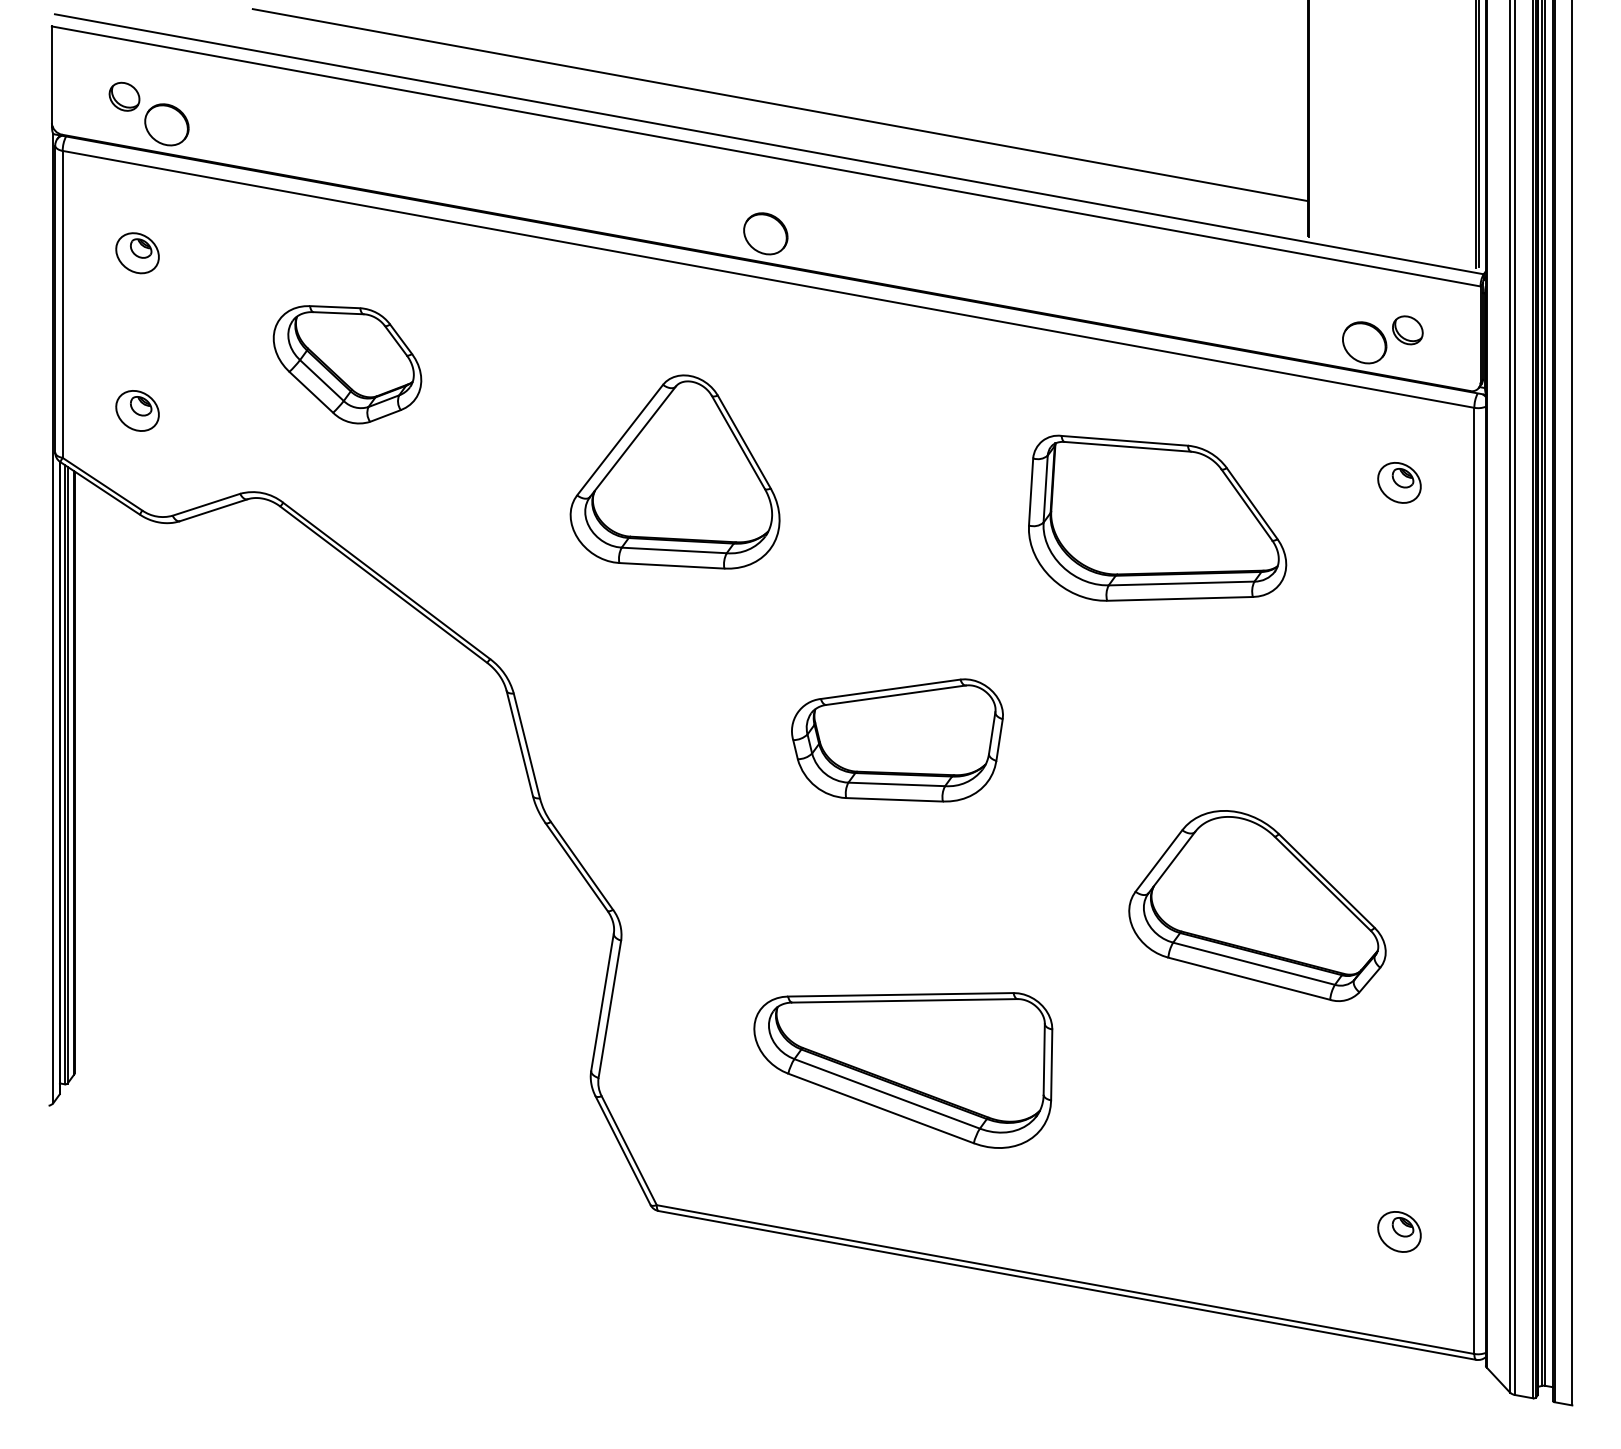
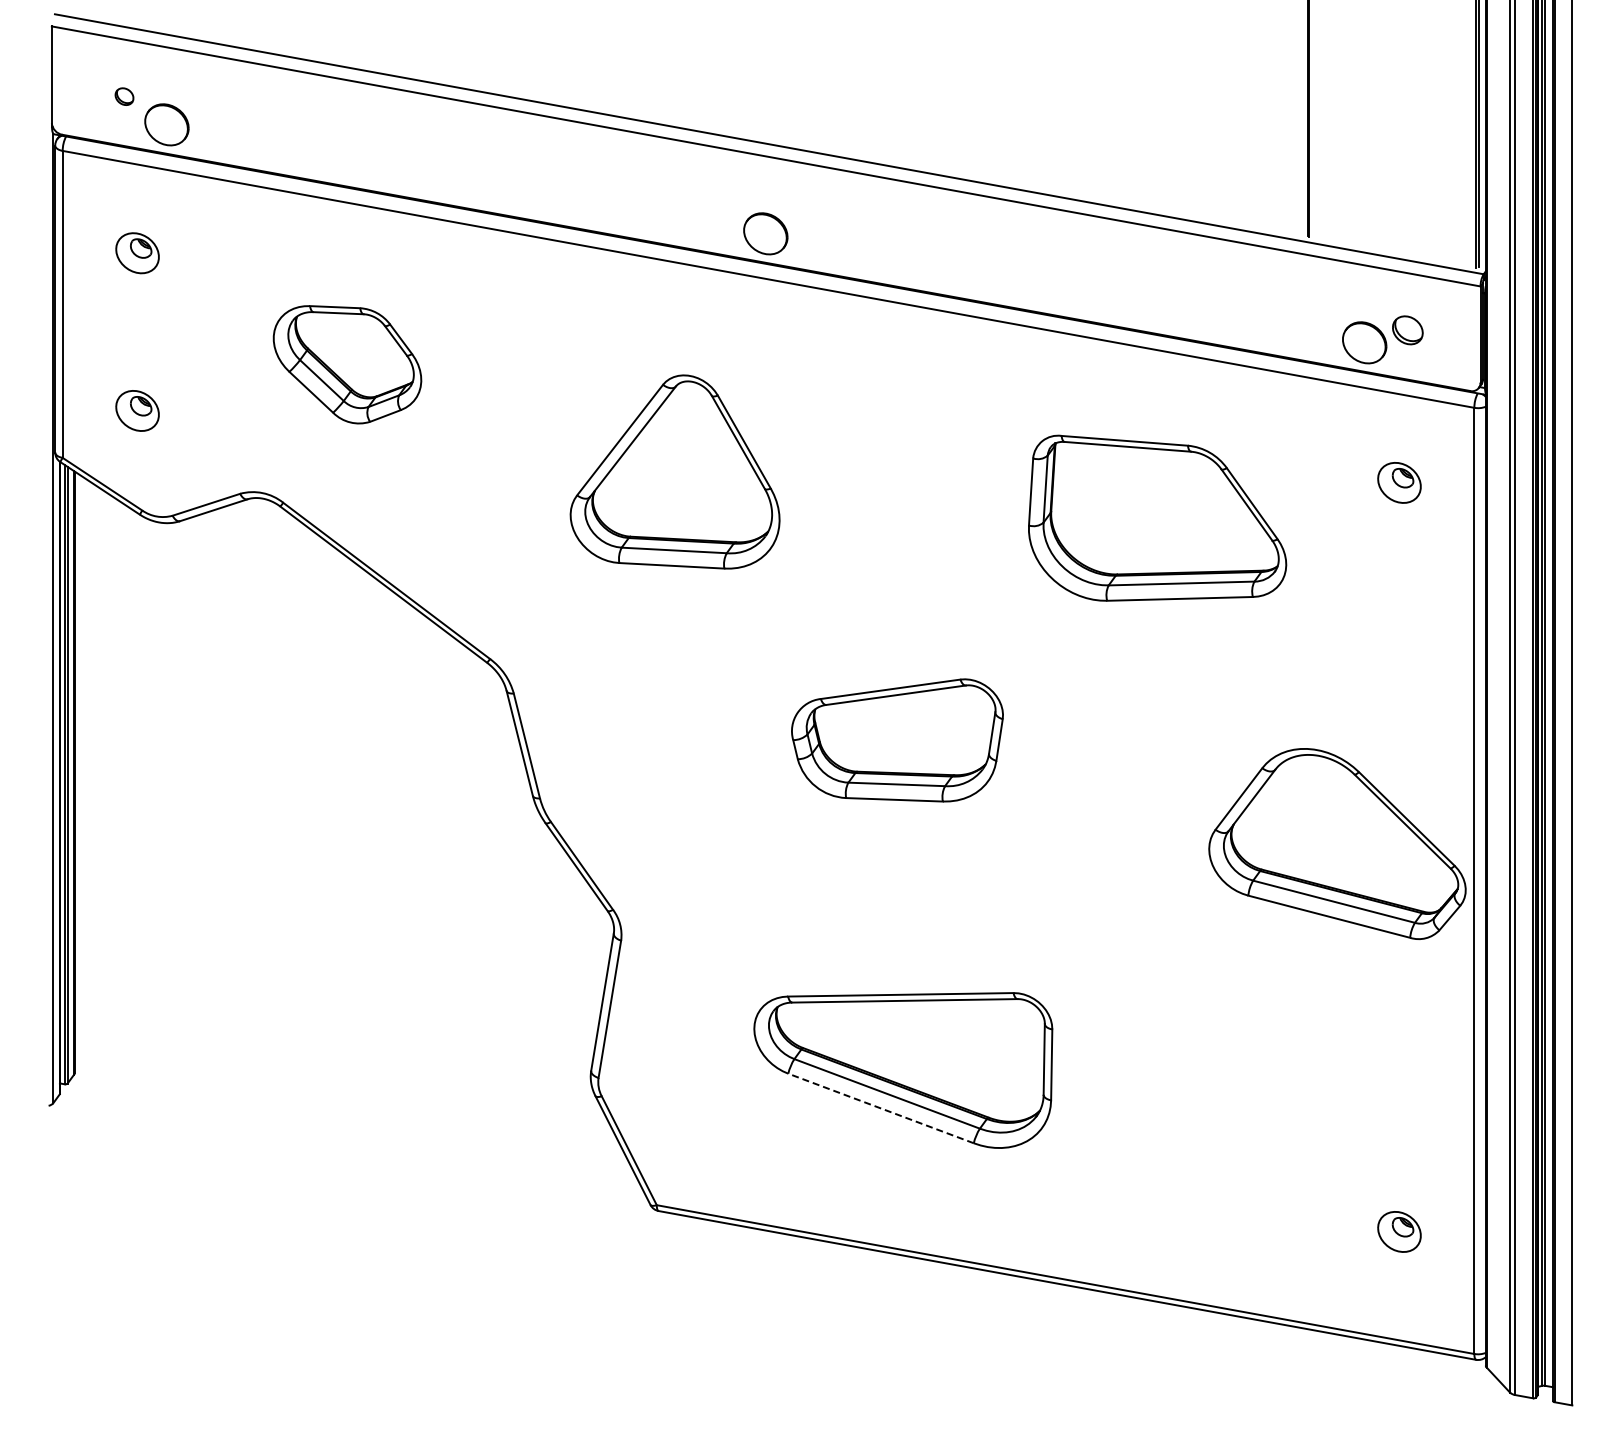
part at (124, 96) size: 33x31 px -> 21x19 px
line at (779, 105): present -> none
part at (1257, 905) position: (1257, 905) -> (1337, 843)
line at (880, 1108): solid -> dashed
